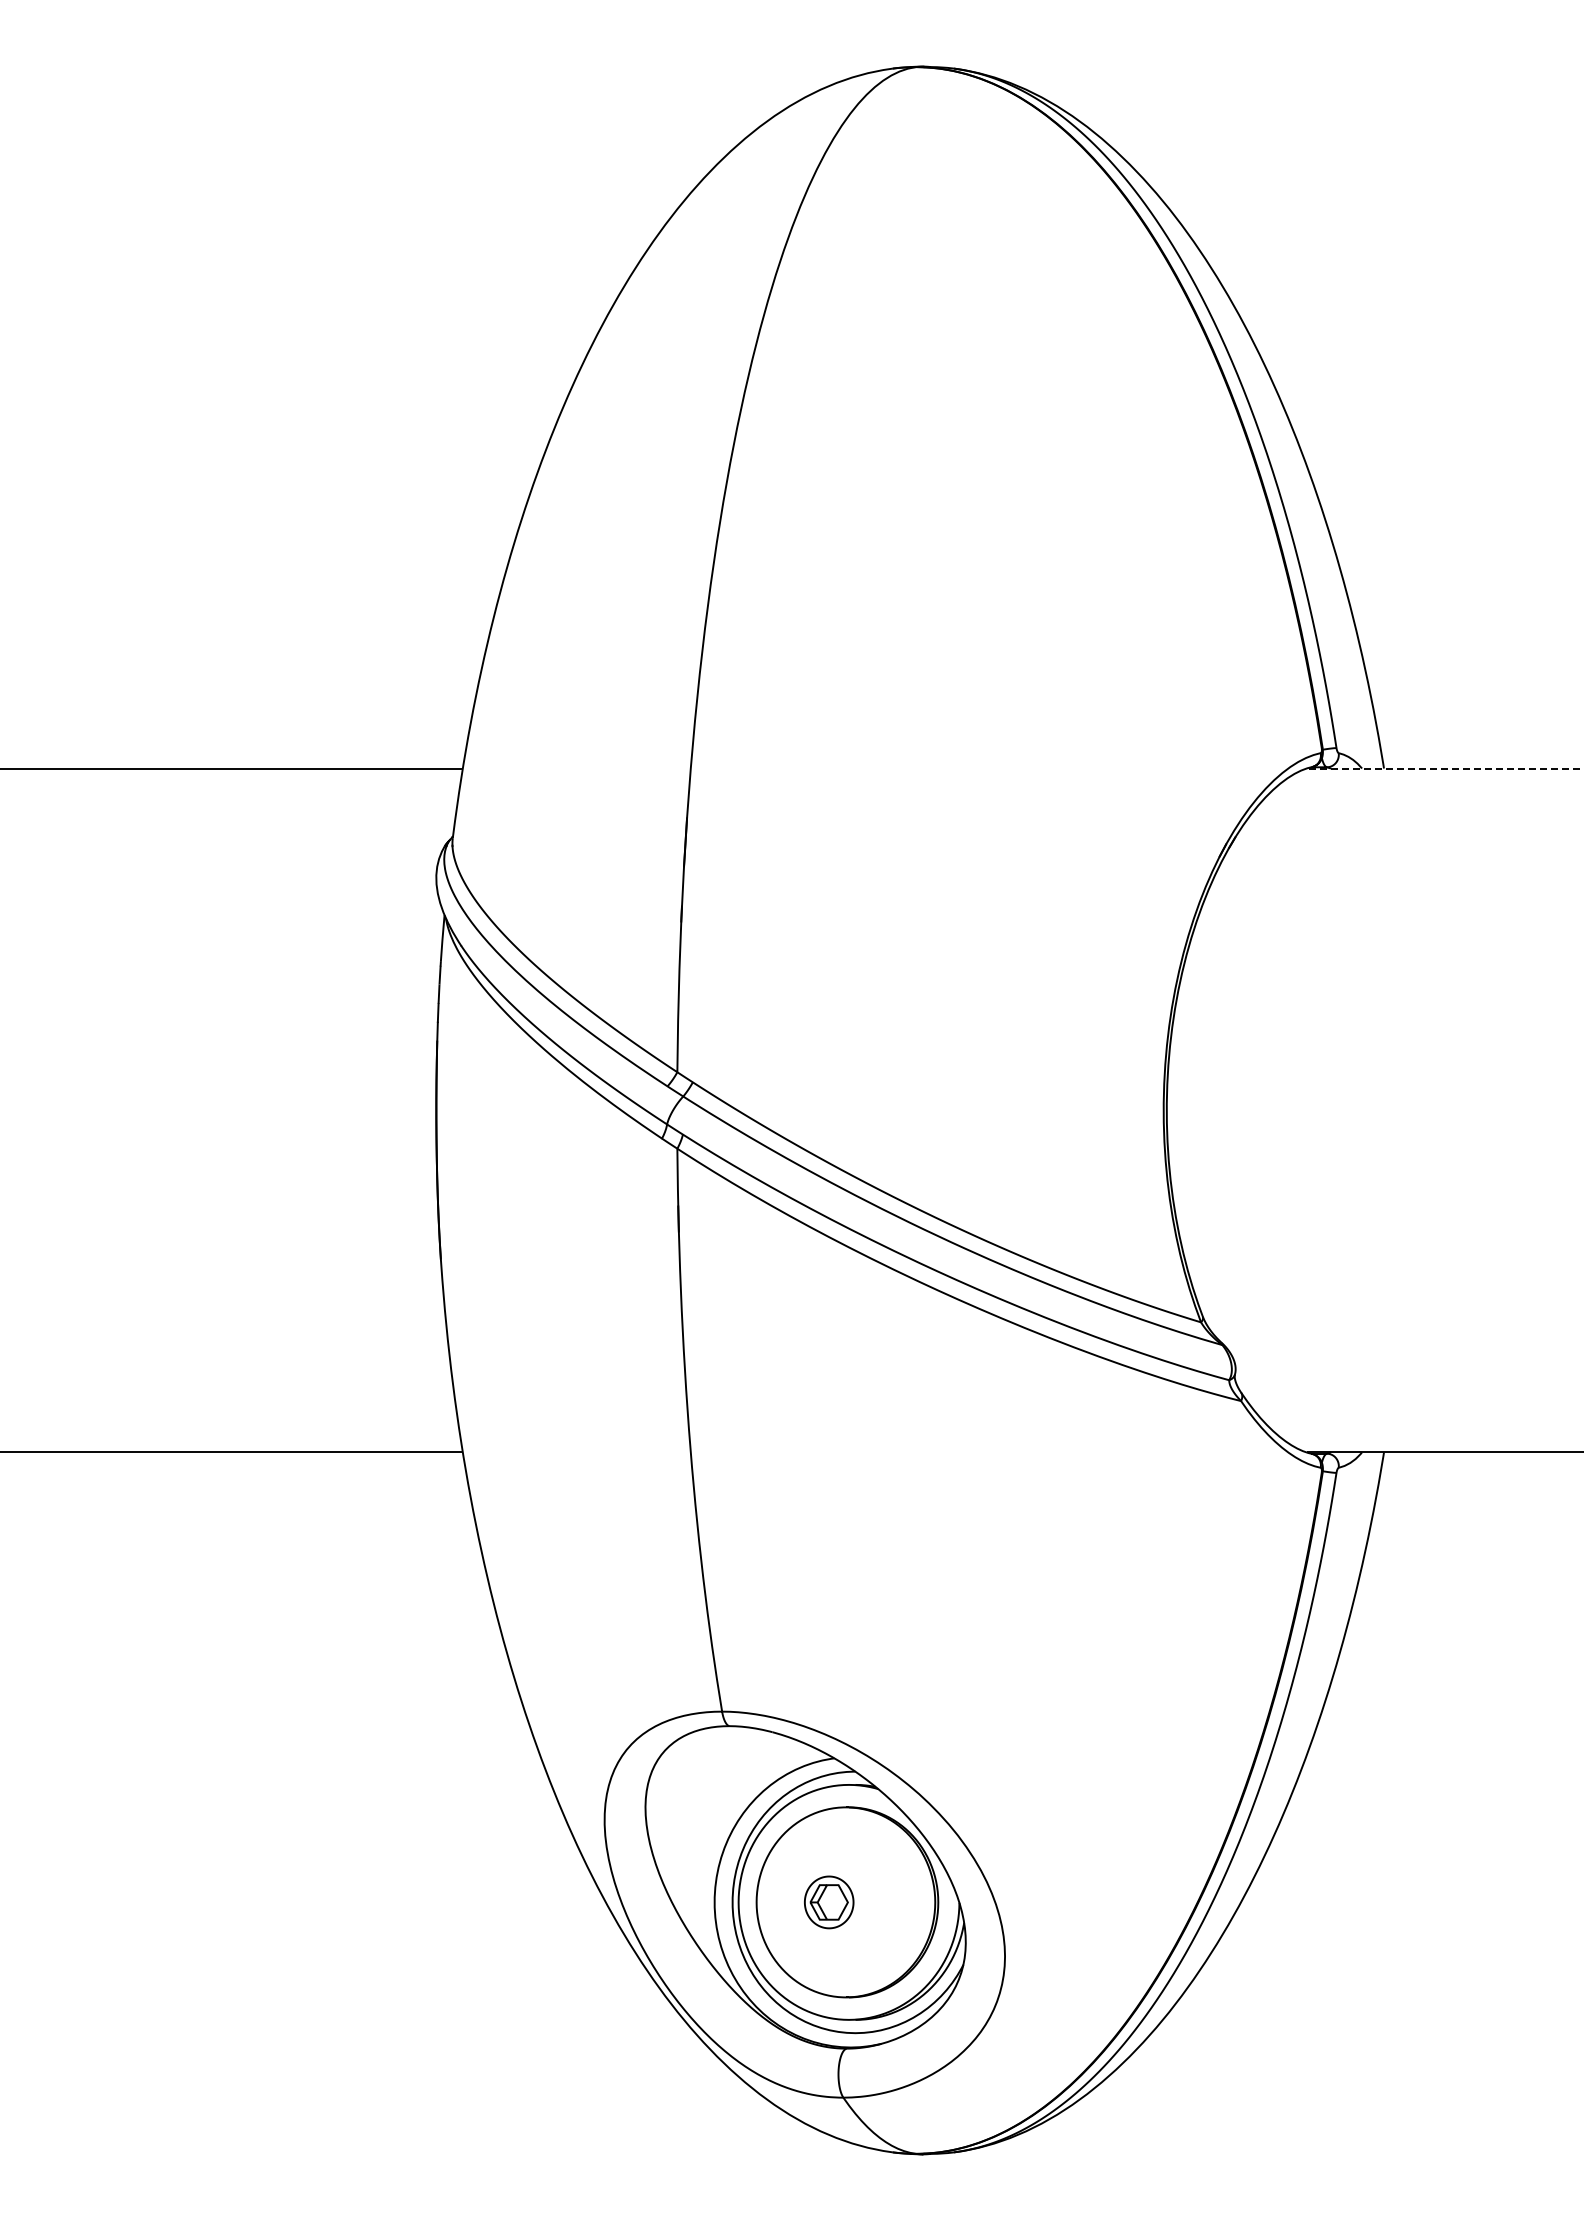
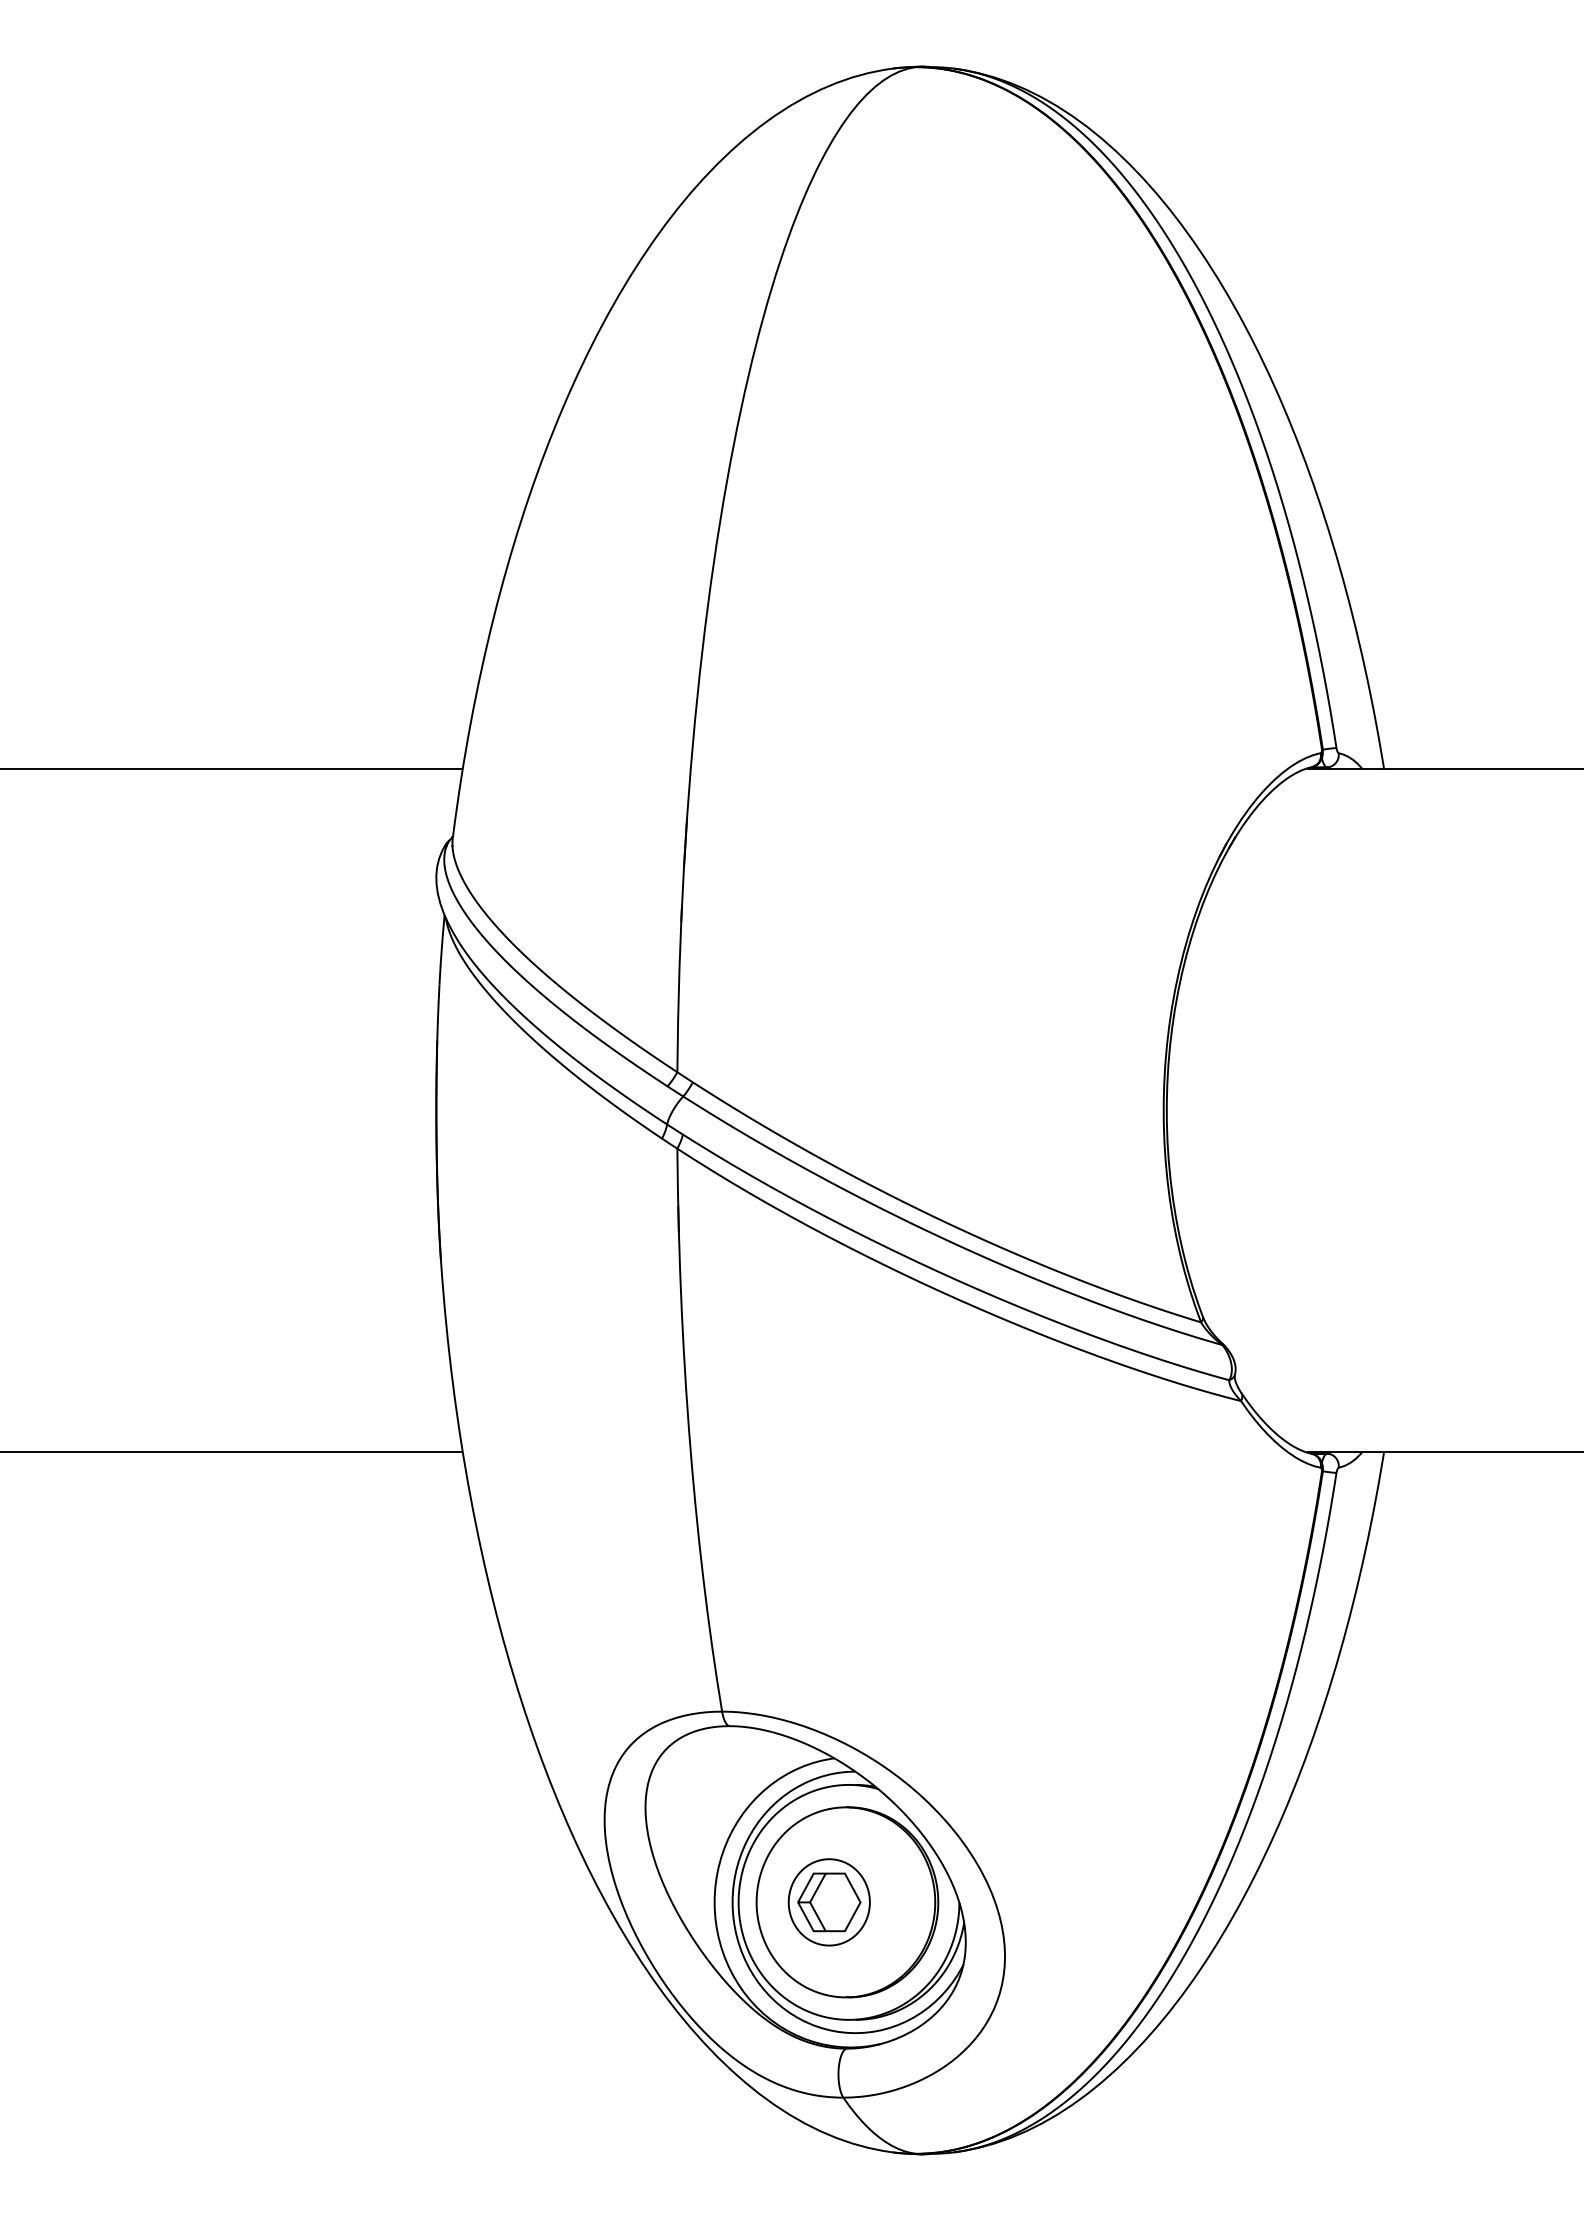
line at (1444, 768): dashed -> solid
part at (829, 1902) size: 51x55 px -> 84x89 px
